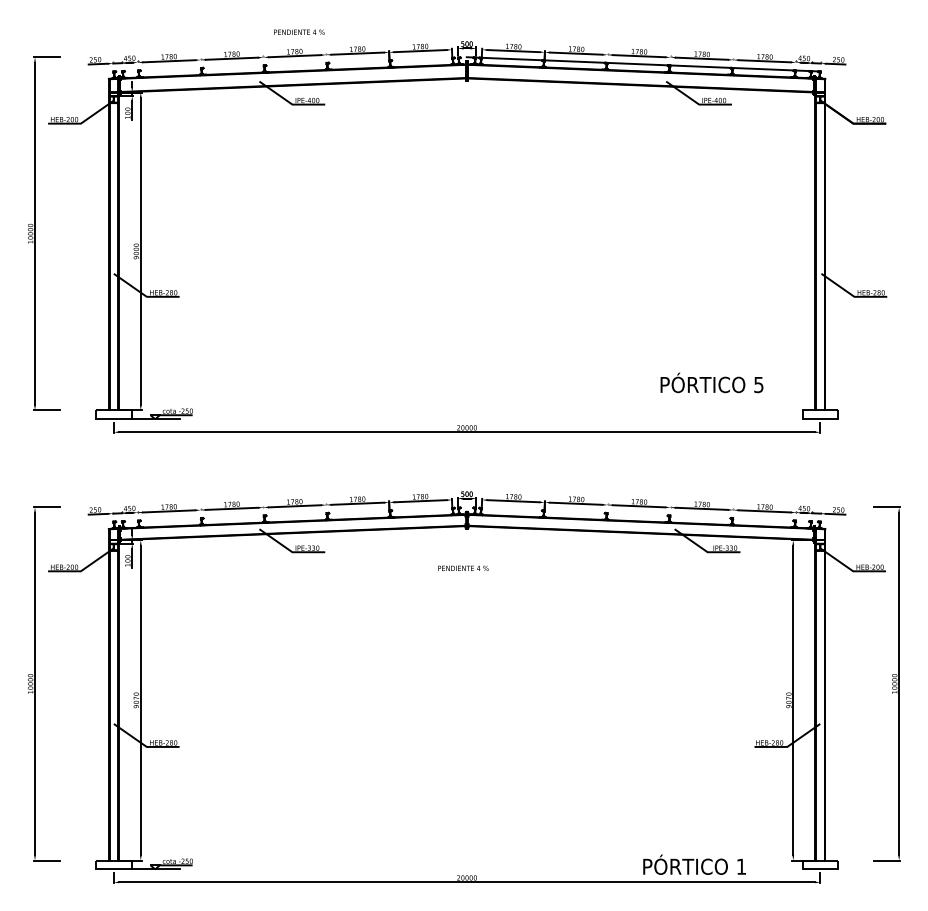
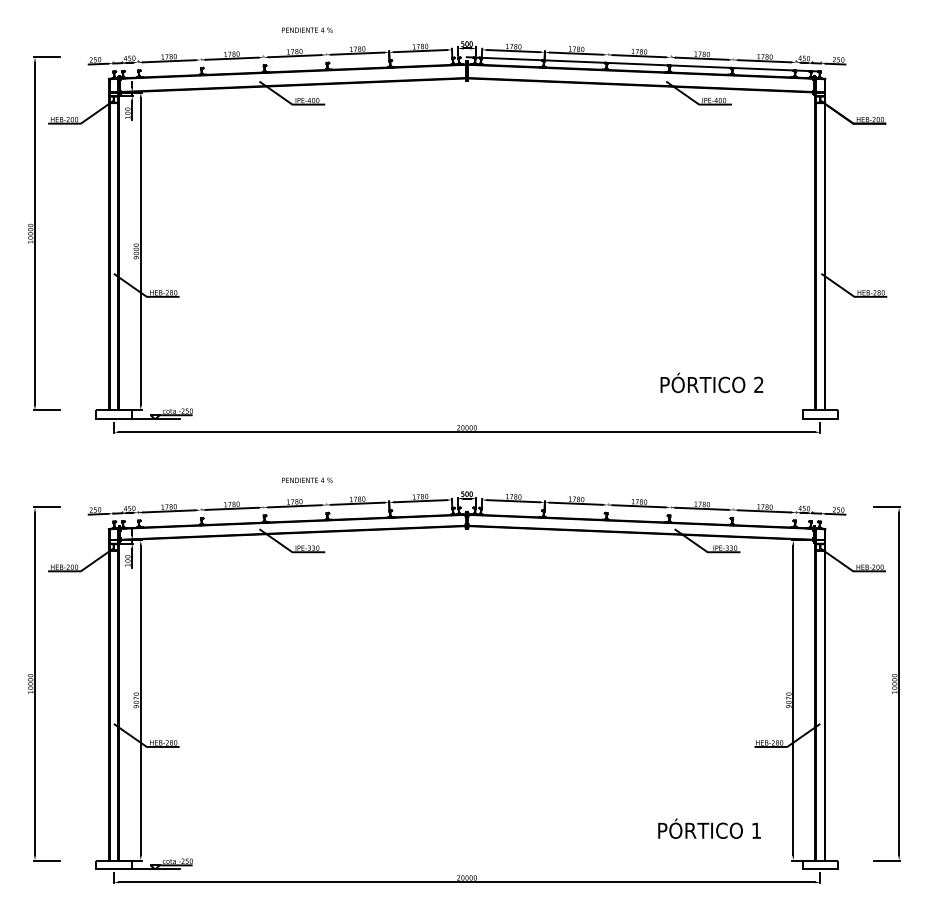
text at (299, 31) position: (299, 31) -> (307, 29)
text at (758, 384): 5 -> 2
text at (463, 567) position: (463, 567) -> (307, 479)
text at (694, 864) position: (694, 864) -> (709, 828)
